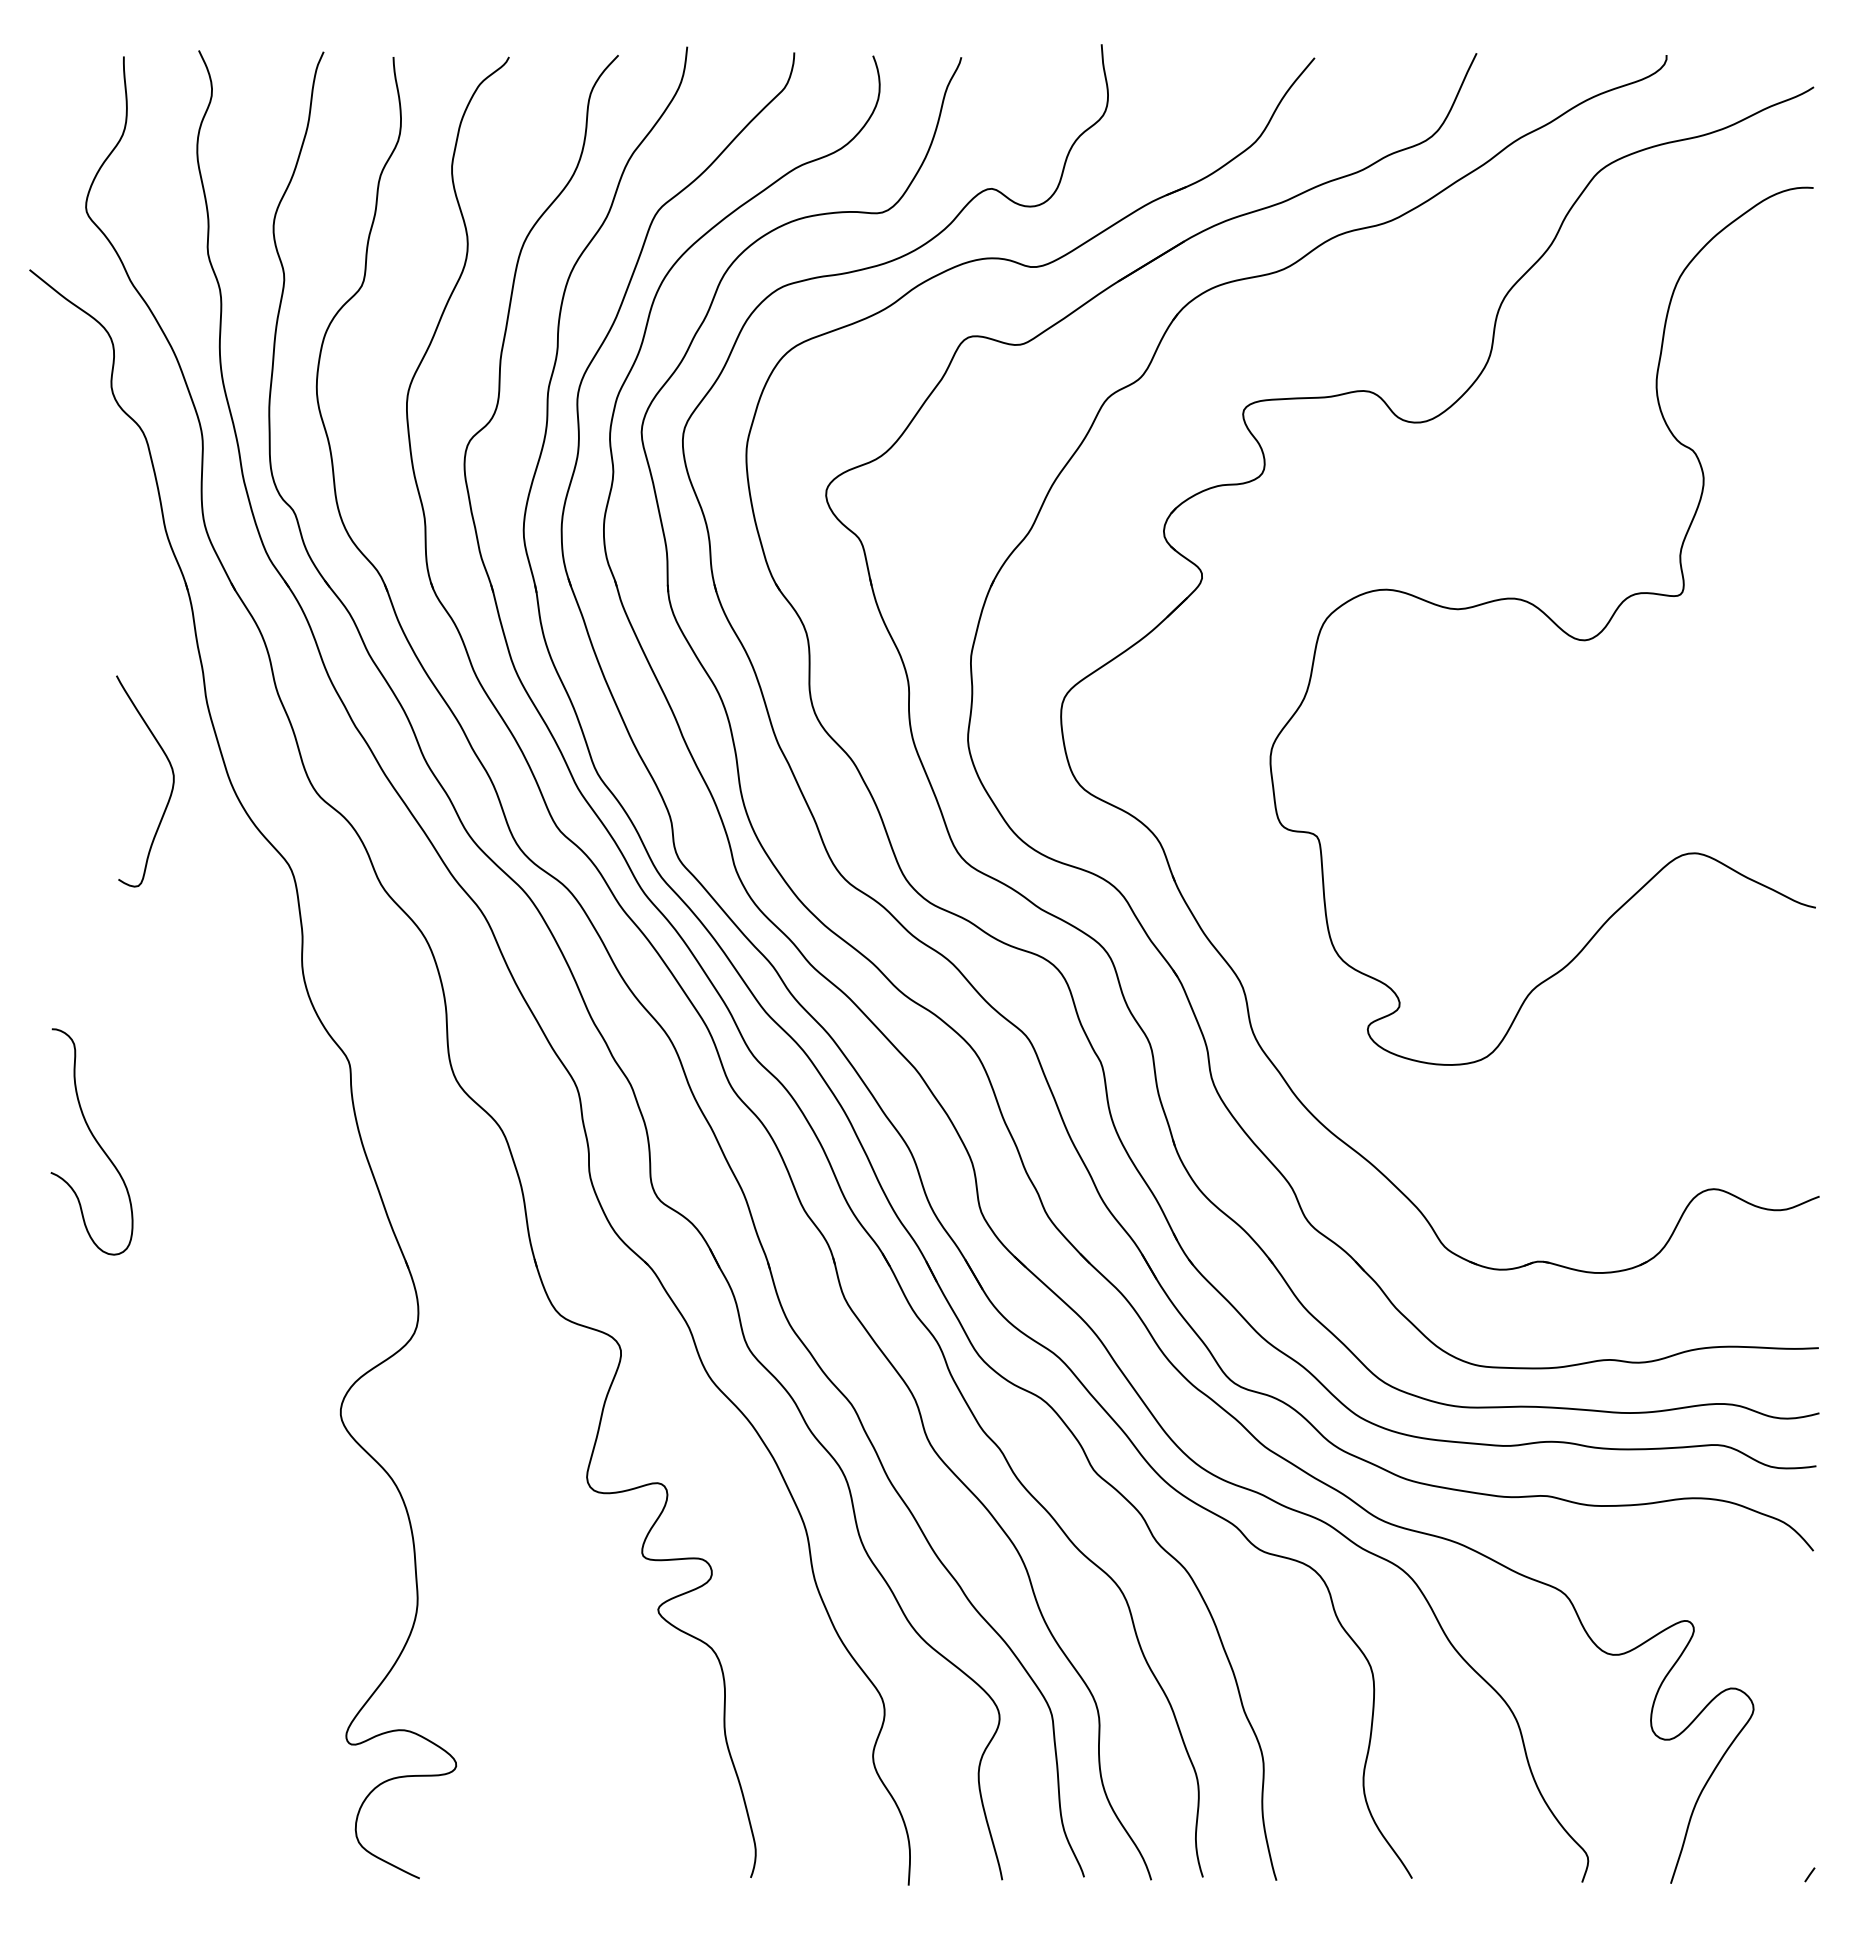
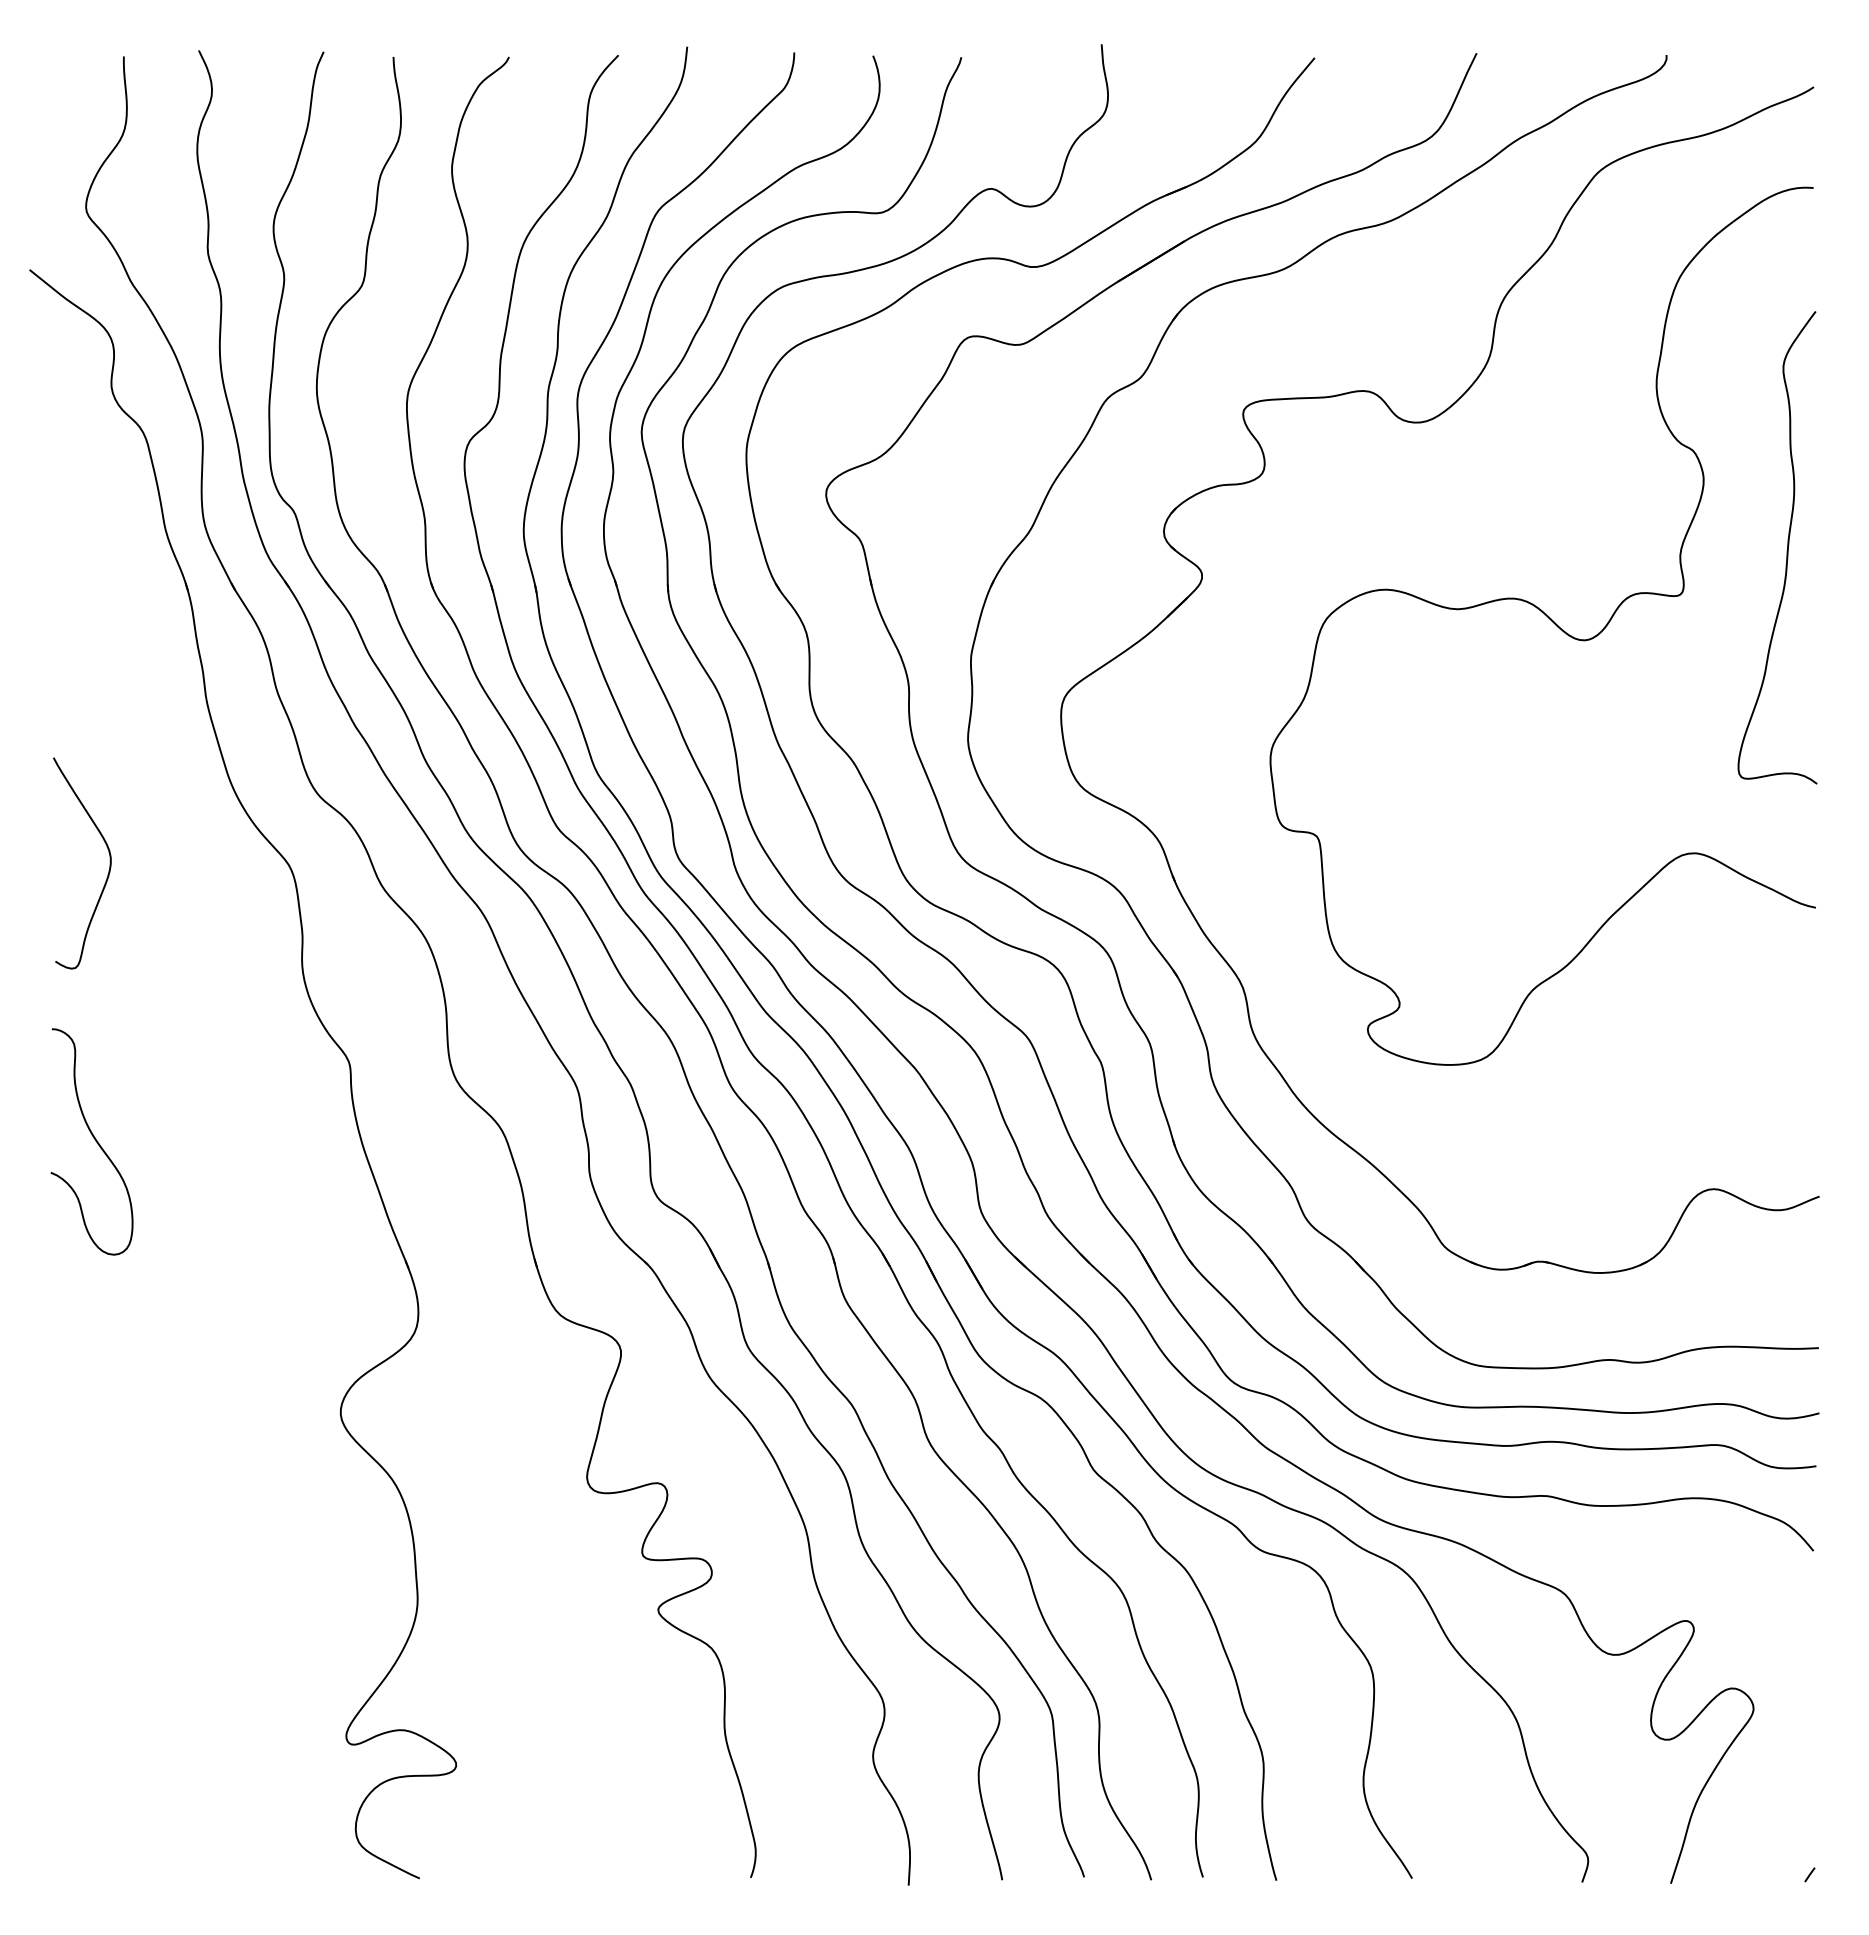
curve at (1786, 550): none -> present
curve at (171, 788) position: (171, 788) -> (108, 870)
